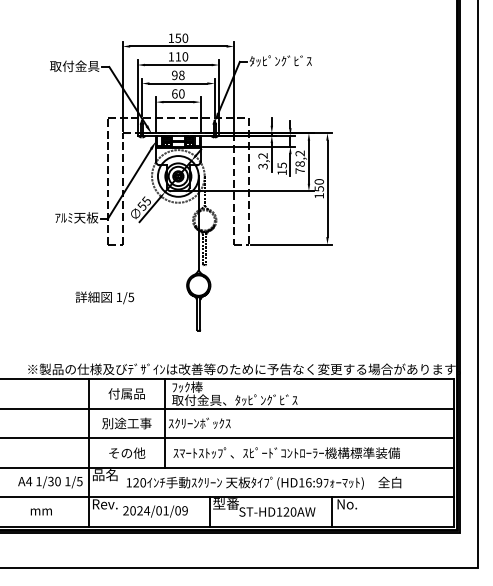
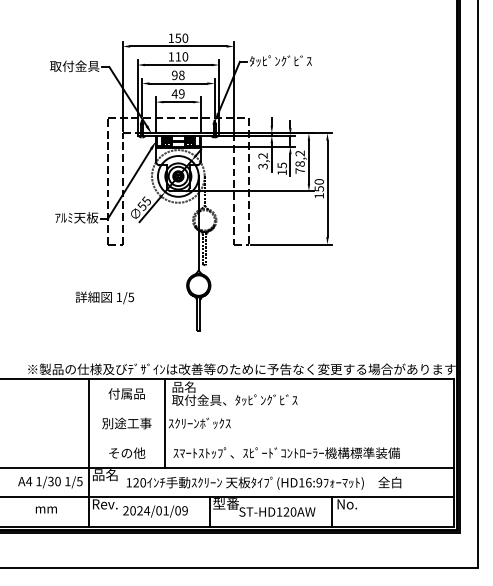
text at (177, 93): 60 -> 49
text at (187, 386): ﾌｯｸ棒 -> 品名
line at (227, 408): present -> none
line at (227, 438): present -> none
text at (40, 511) position: (40, 511) -> (45, 509)
